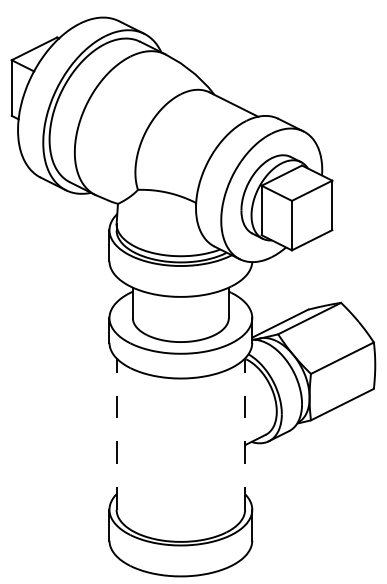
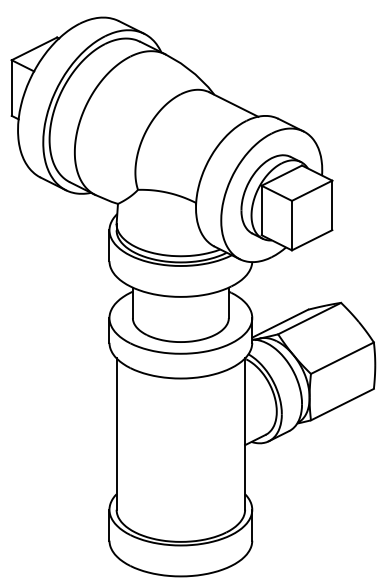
line at (116, 434): dashed -> solid
line at (245, 434): dashed -> solid
